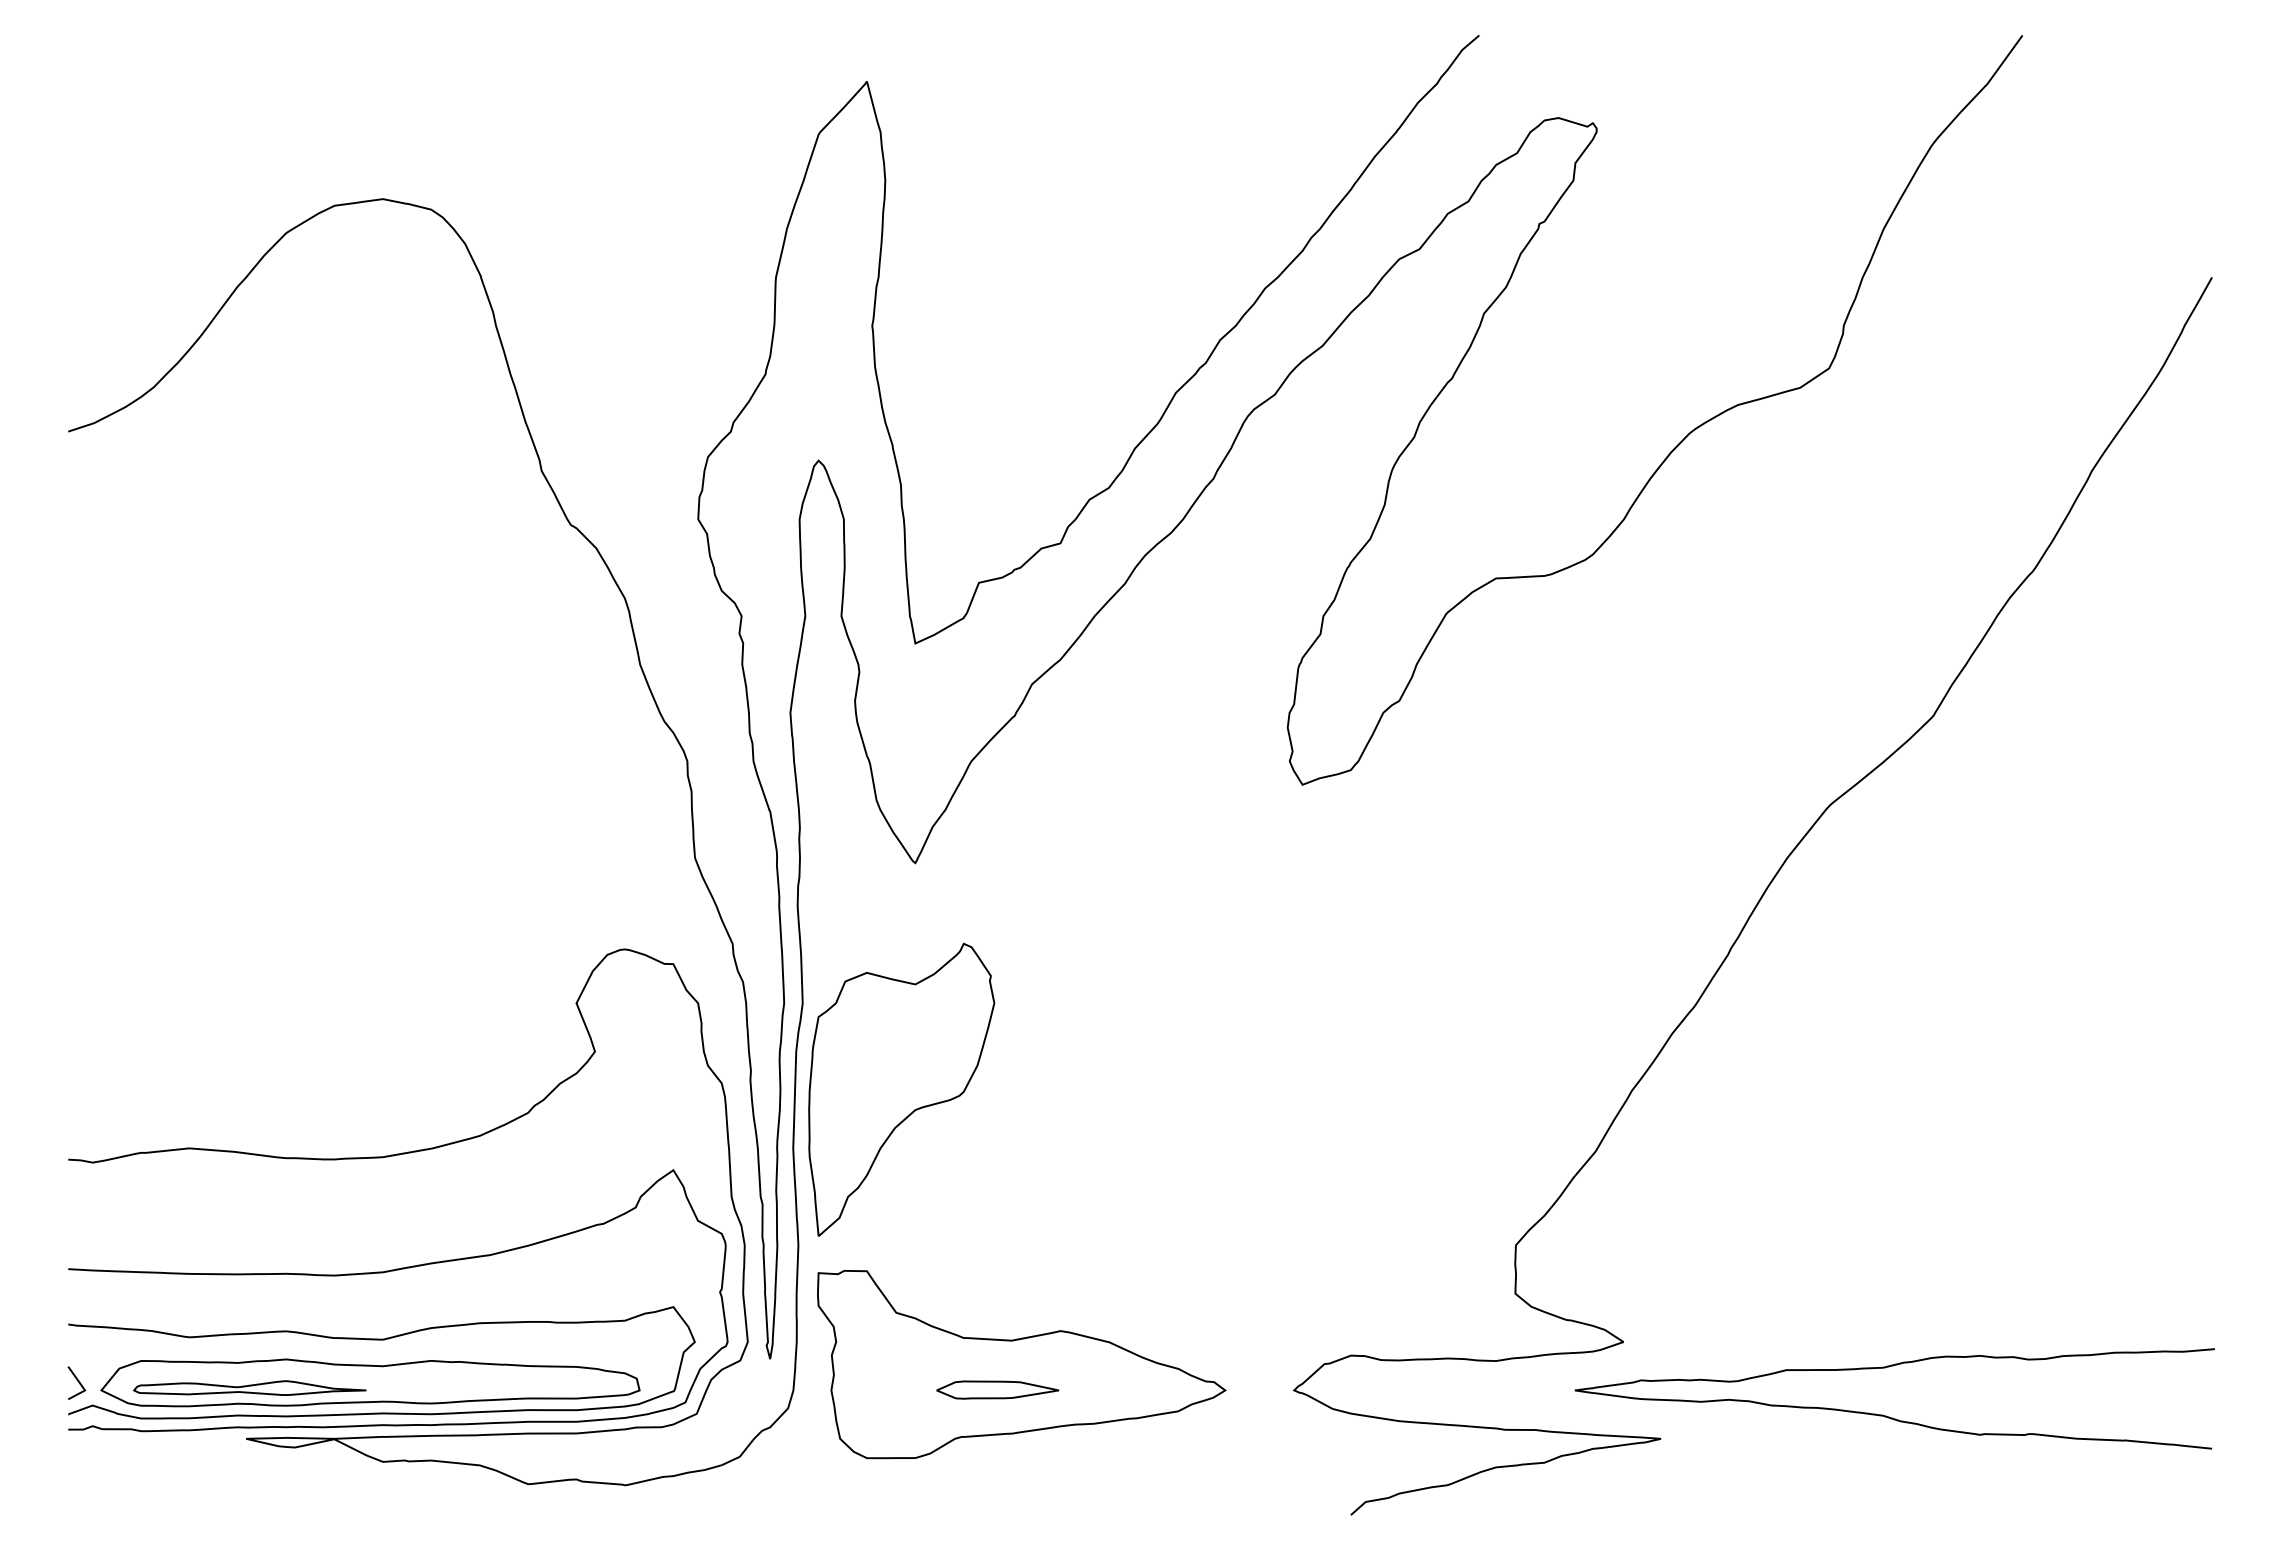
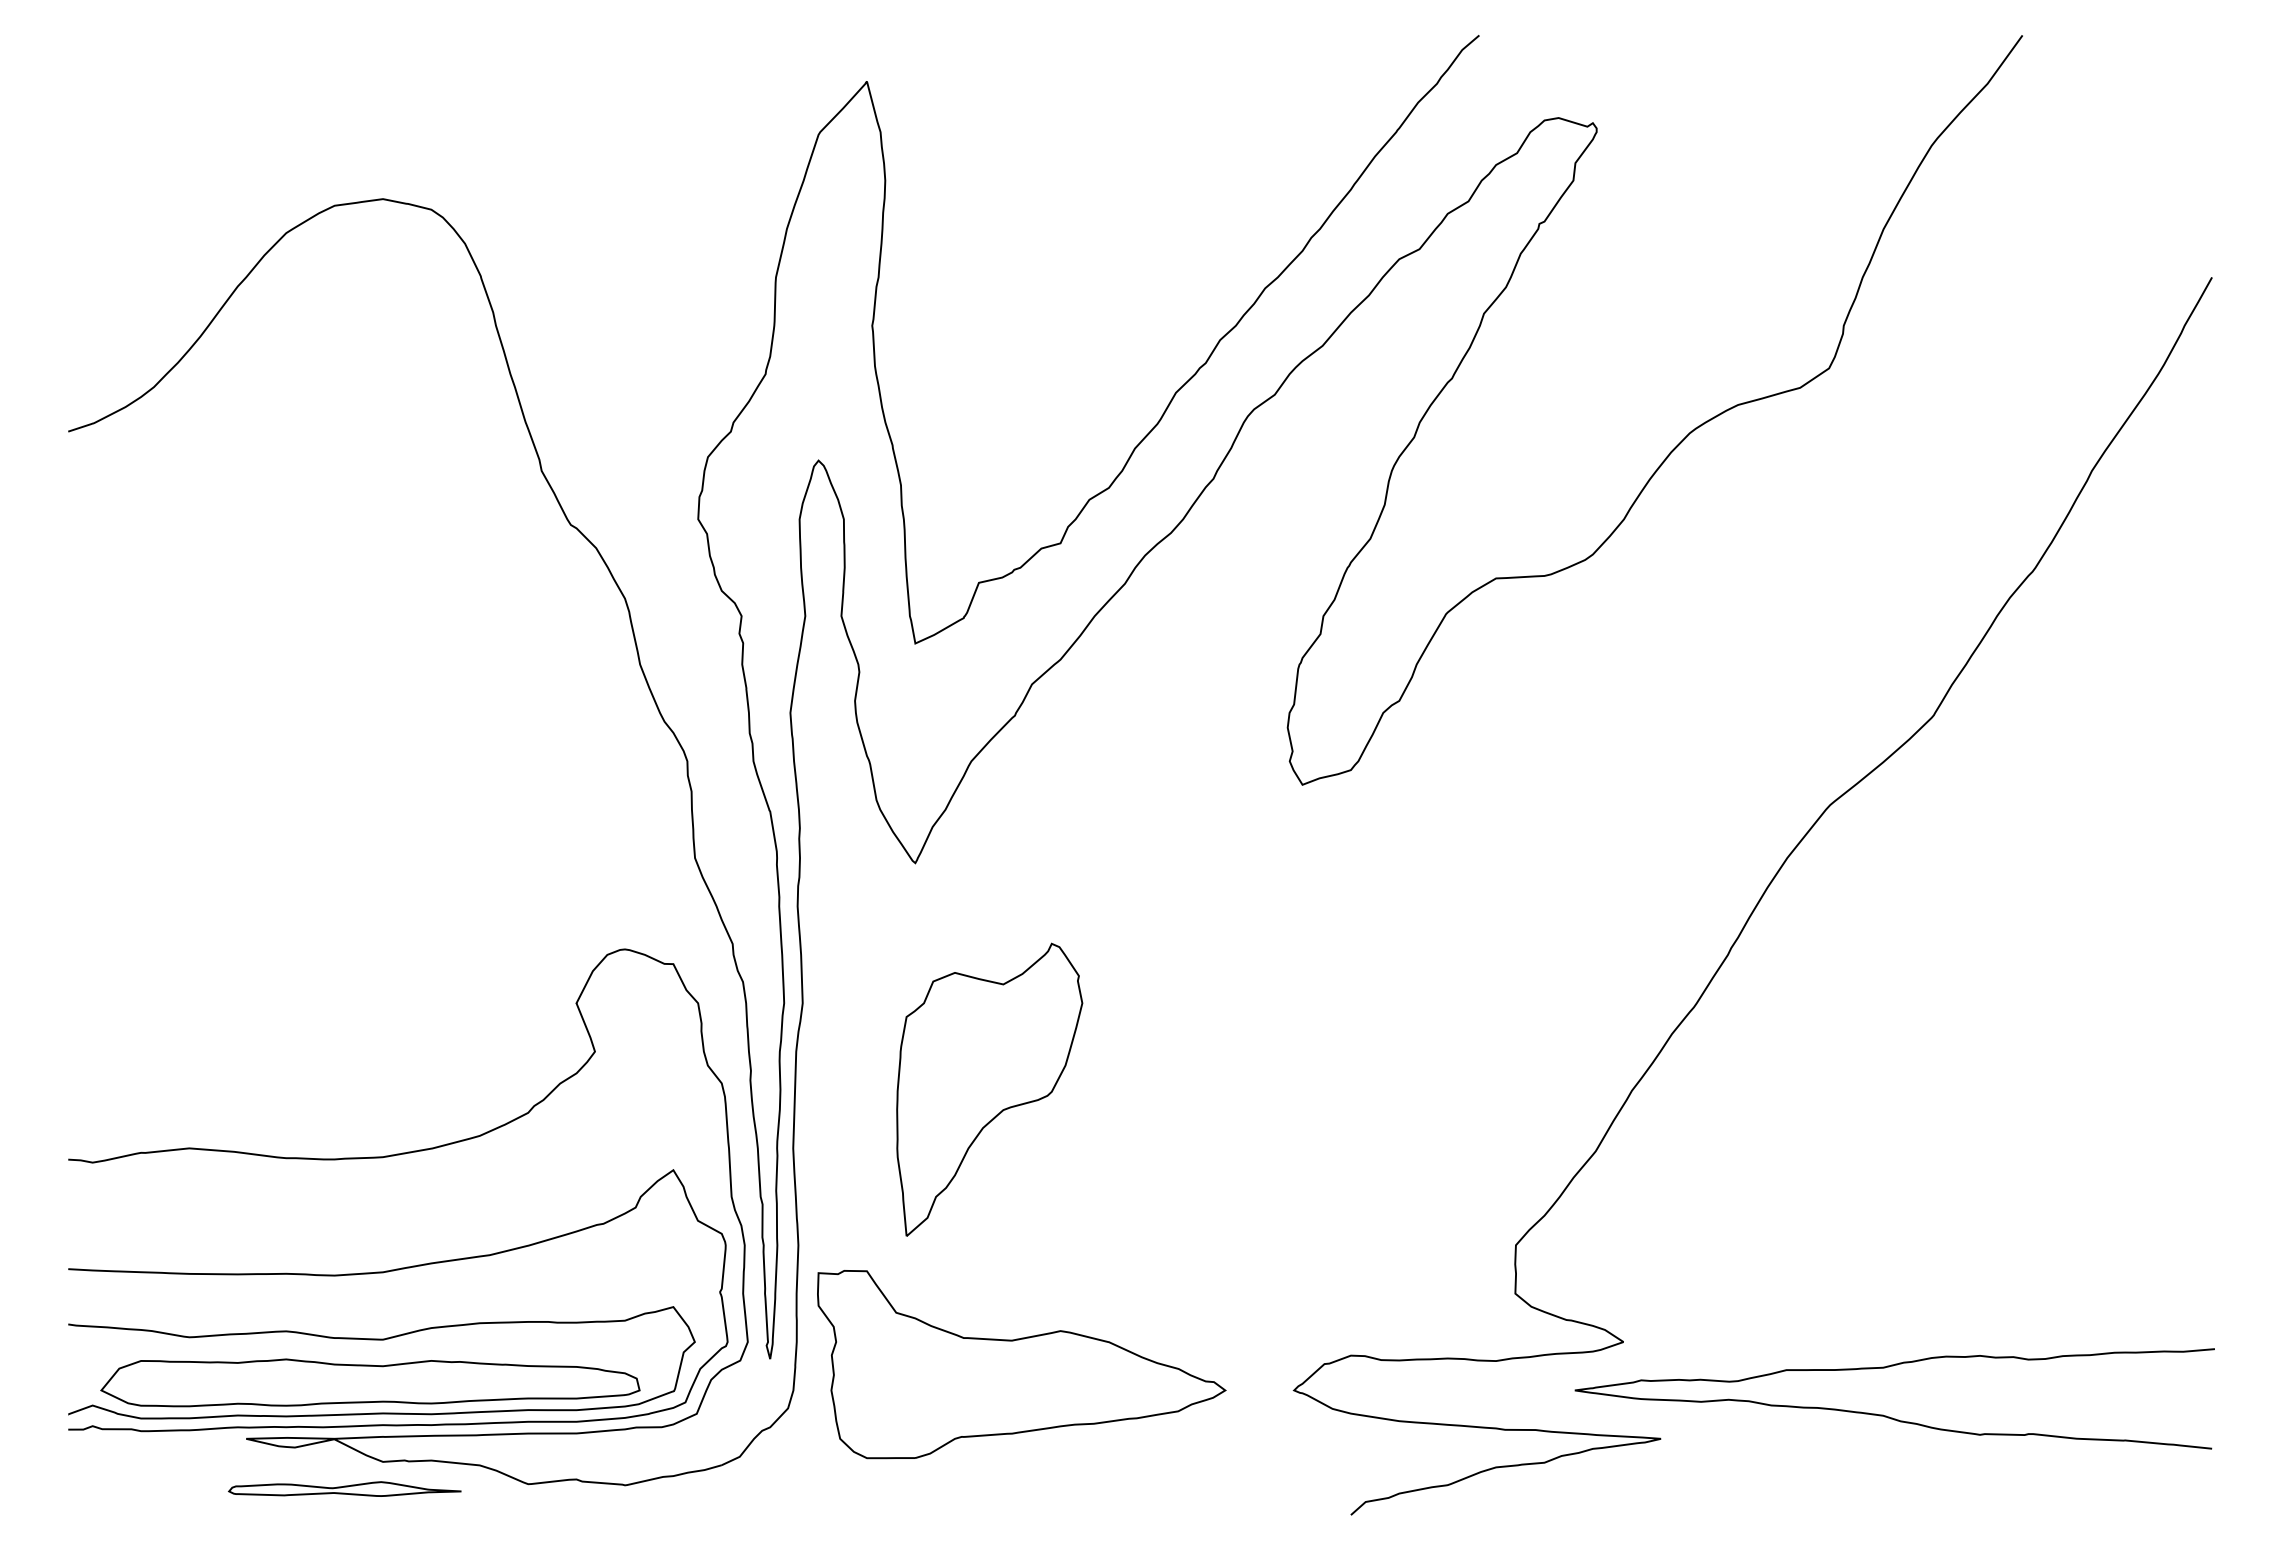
part at (901, 1089) position: (901, 1089) -> (989, 1089)
line at (77, 1381): present -> none
part at (249, 1387) position: (249, 1387) -> (344, 1488)
part at (997, 1389): present -> none
